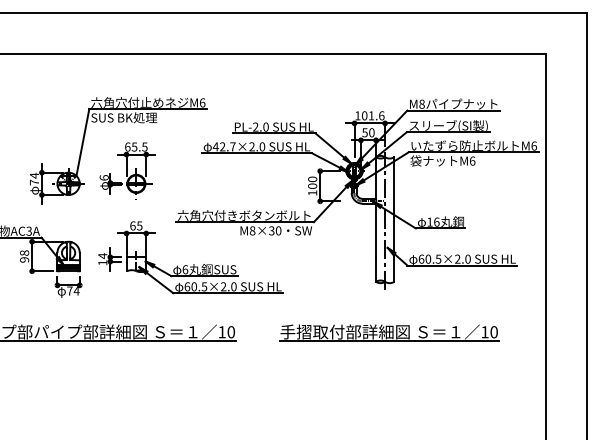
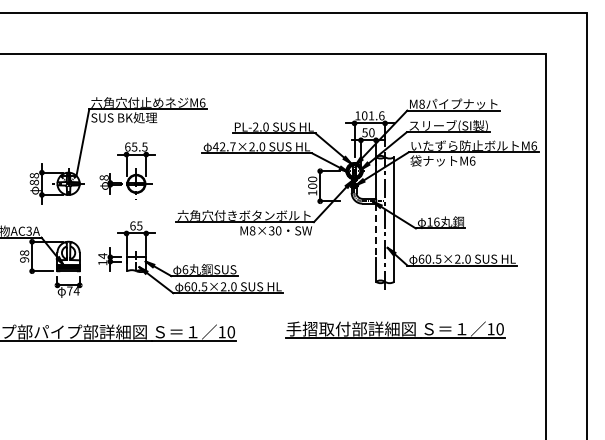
text at (103, 177): 6 -> 8
text at (34, 178): 74 -> 88
line at (376, 231): solid -> dashed
part at (389, 332) position: (389, 332) -> (395, 329)
